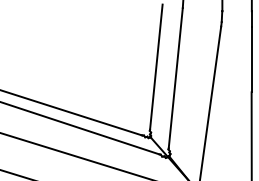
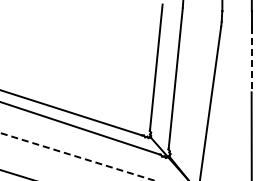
line at (251, 59): solid -> dashed
line at (78, 157): solid -> dashed
